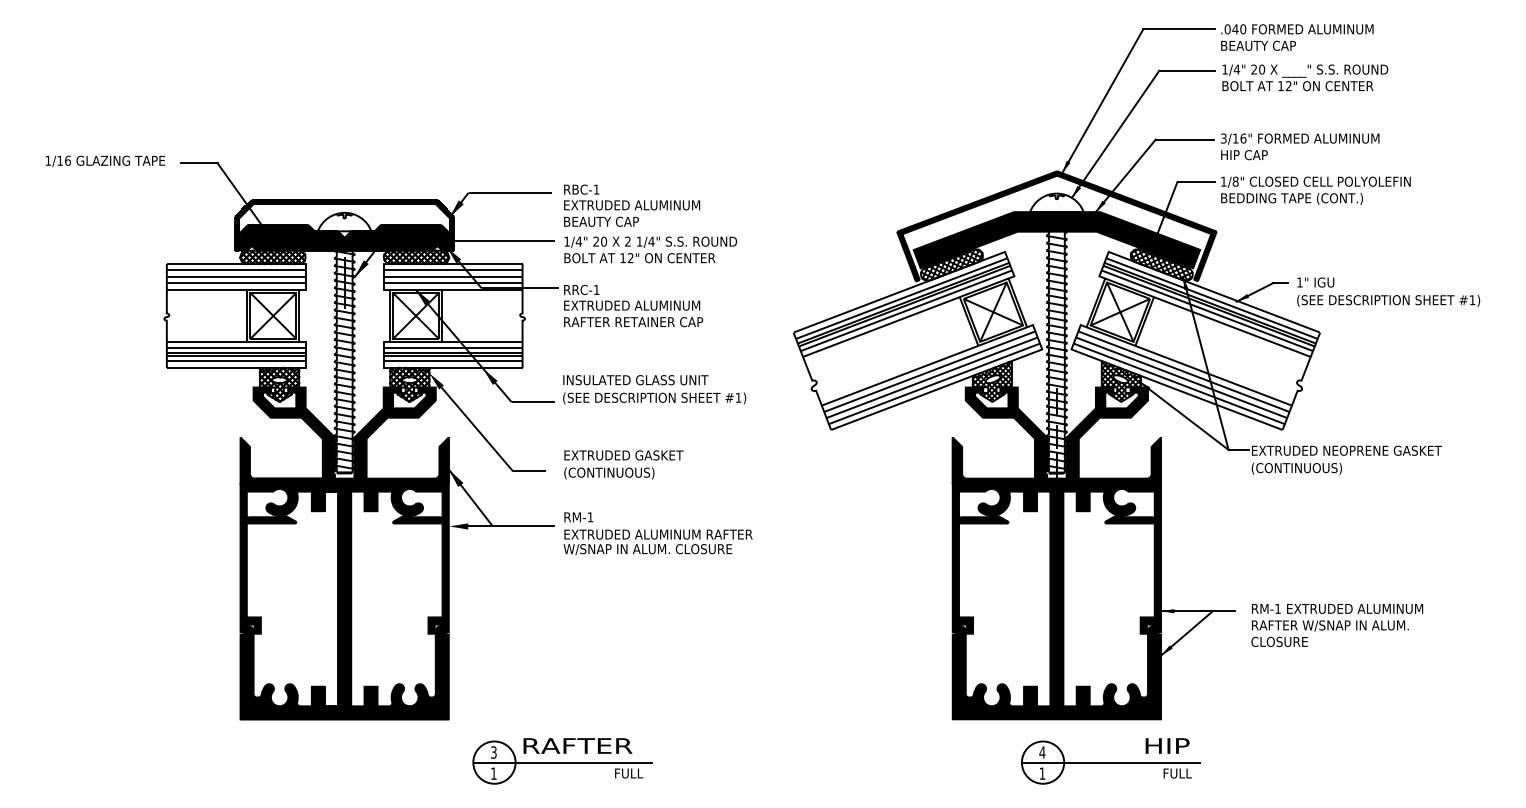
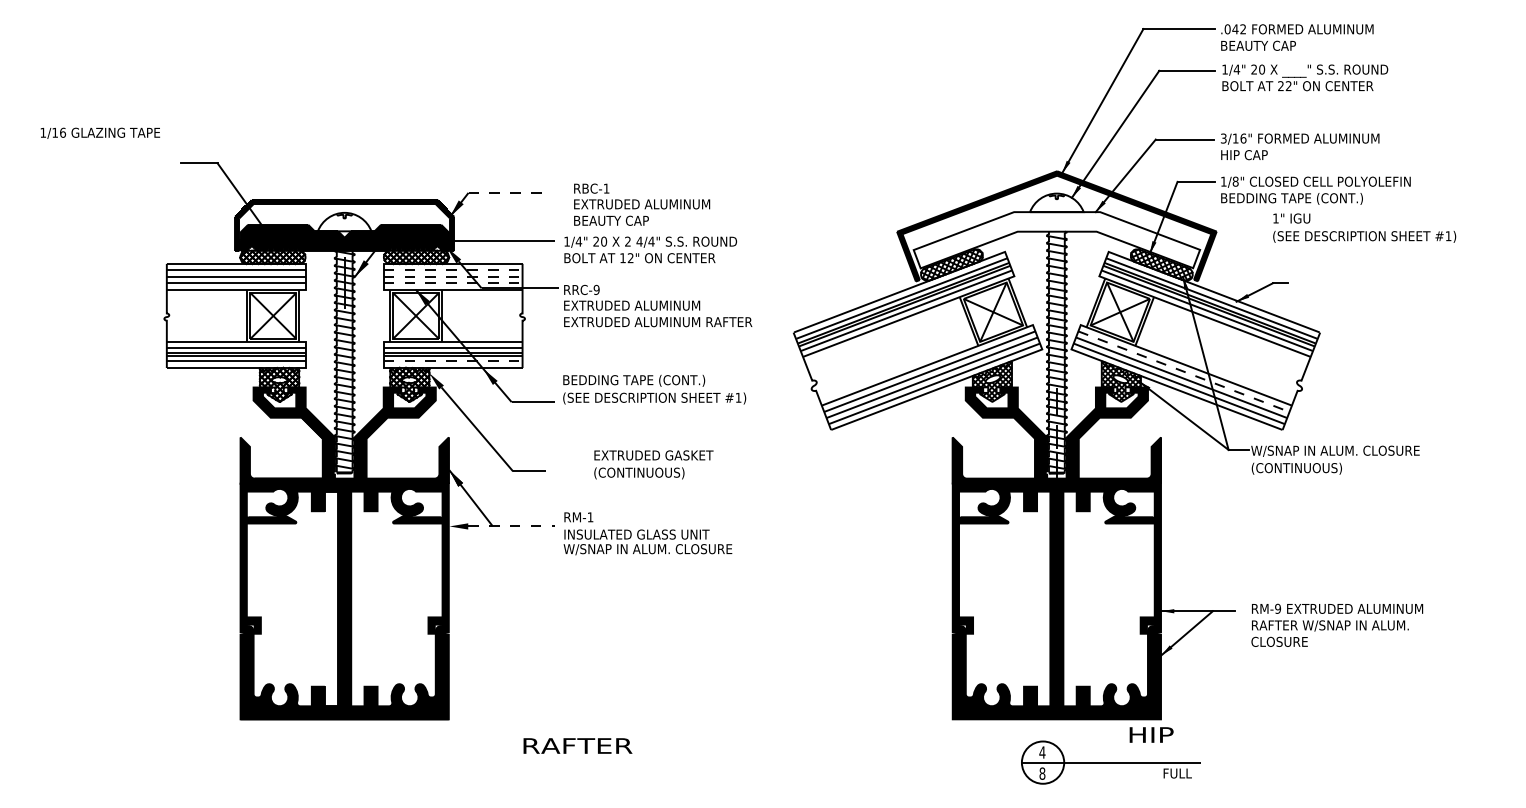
text at (1243, 29): .040 -> .042
text at (1280, 85): 12" -> 22"
text at (104, 160) position: (104, 160) -> (99, 132)
line at (510, 192): solid -> dashed
text at (632, 205) position: (632, 205) -> (642, 204)
fill at (1056, 240): present -> none
text at (639, 241): 1/4" -> 4/4"
line at (453, 270): solid -> dashed
line at (453, 276): solid -> dashed
line at (453, 283): solid -> dashed
text at (596, 289): RRC-1 -> RRC-9
text at (1388, 291) position: (1388, 291) -> (1364, 227)
text at (658, 322): RAFTER RETAINER CAP -> EXTRUDED ALUMINUM RAFTER
line at (453, 361): solid -> dashed
line at (1183, 371): solid -> dashed
text at (636, 380): INSULATED GLASS UNIT -> BEDDING TAPE (CONT.)
text at (1346, 450): EXTRUDED NEOPRENE GASKET -> W/SNAP IN ALUM. CLOSURE
text at (623, 464) position: (623, 464) -> (653, 464)
line at (512, 526): solid -> dashed
text at (658, 534): EXTRUDED ALUMINUM RAFTER -> INSULATED GLASS UNIT
text at (1278, 608): RM-1 -> RM-9
text at (1167, 745) position: (1167, 745) -> (1151, 734)
part at (562, 762): present -> none
text at (1042, 773): 1 -> 8
